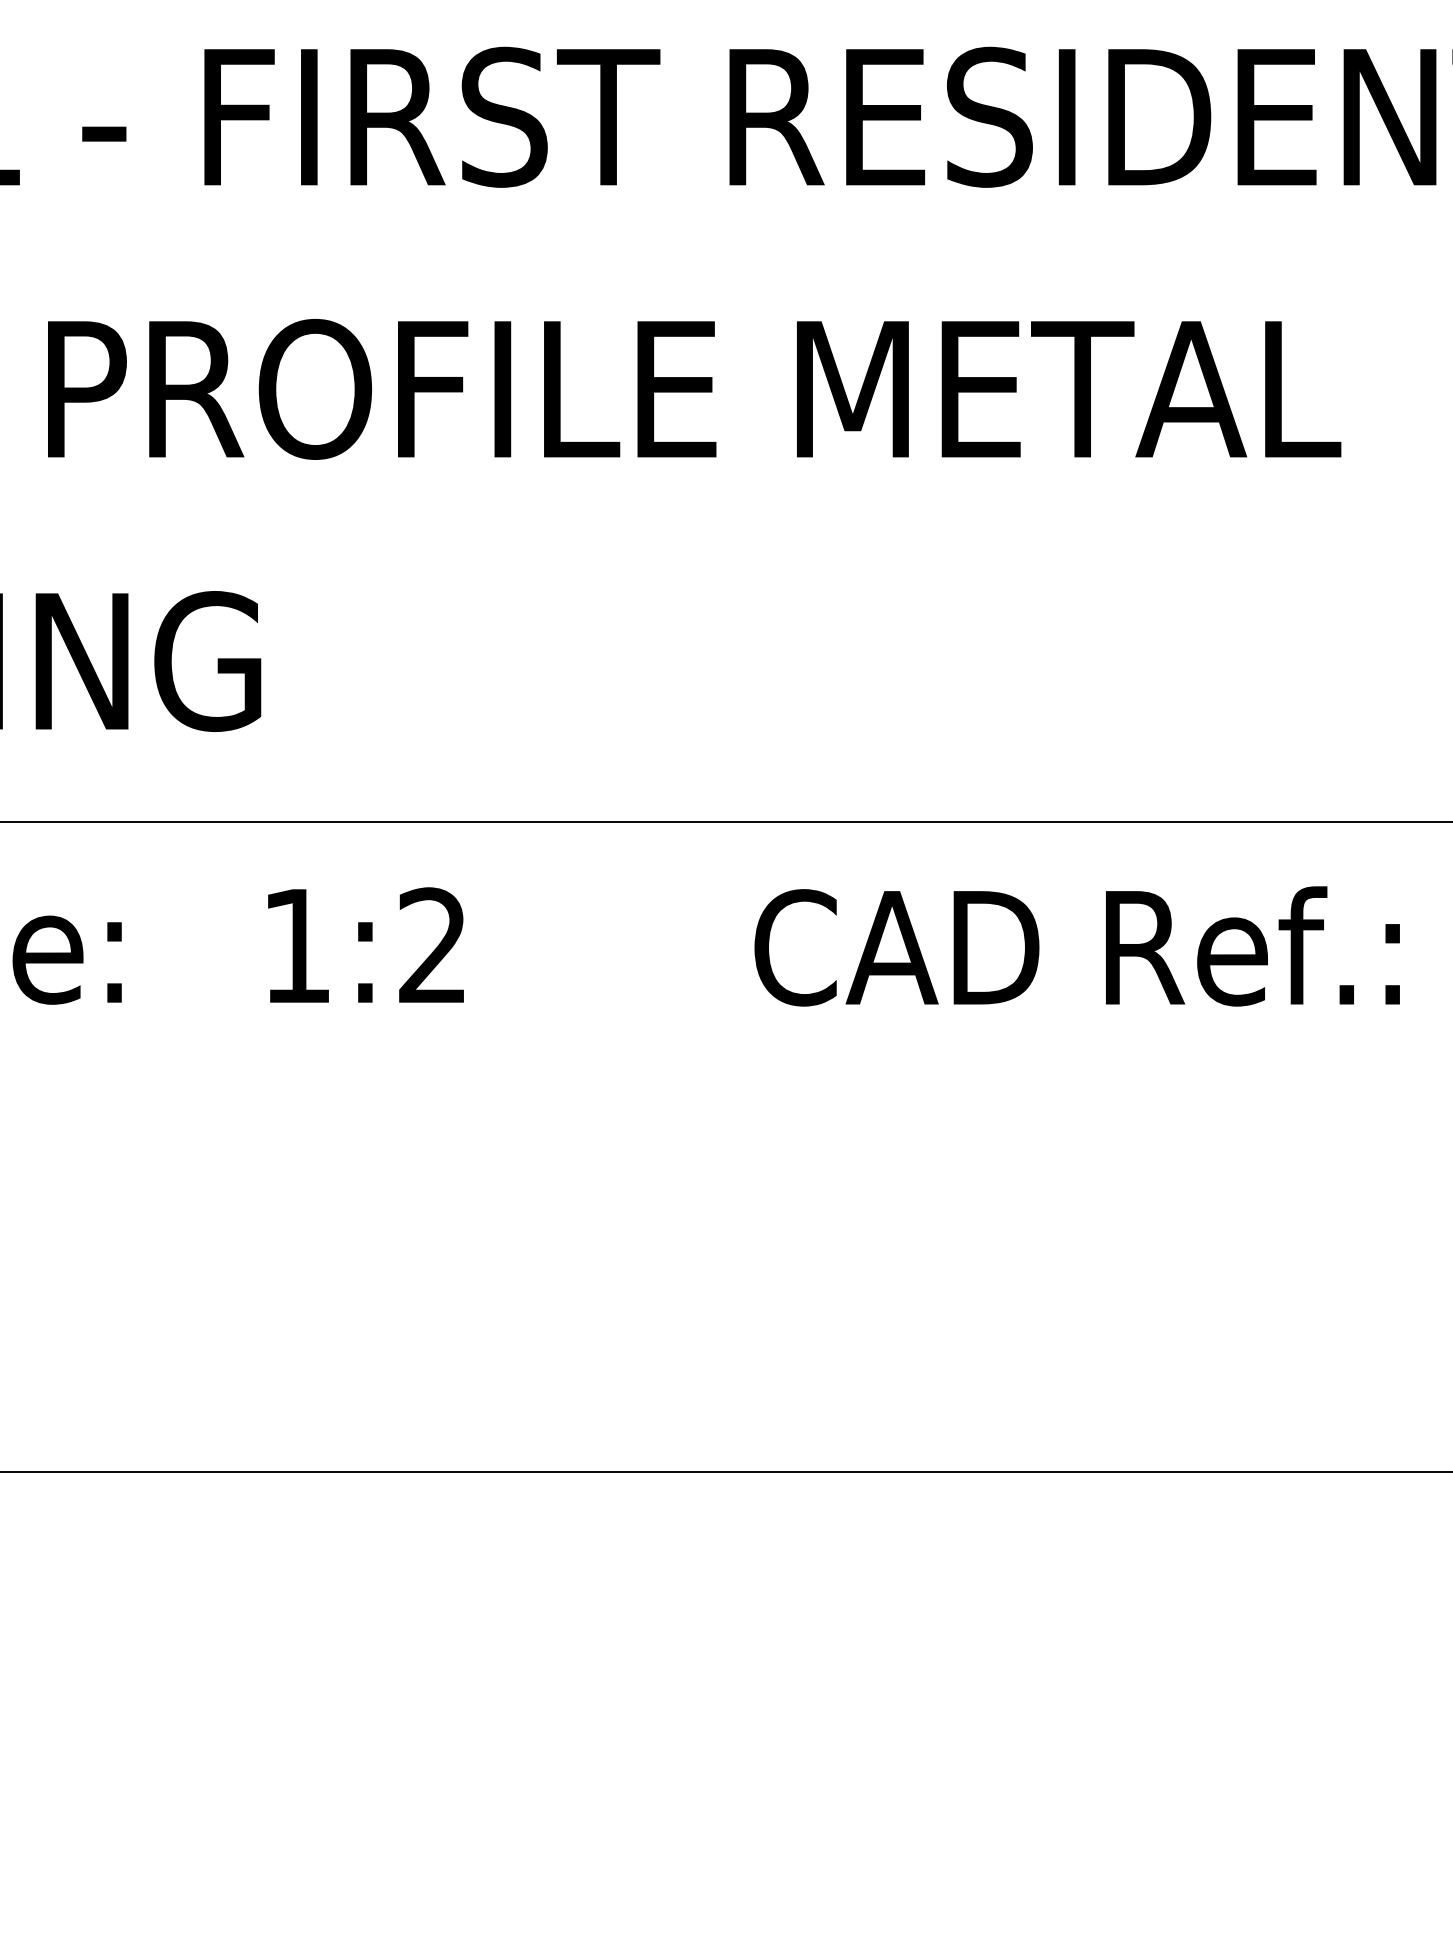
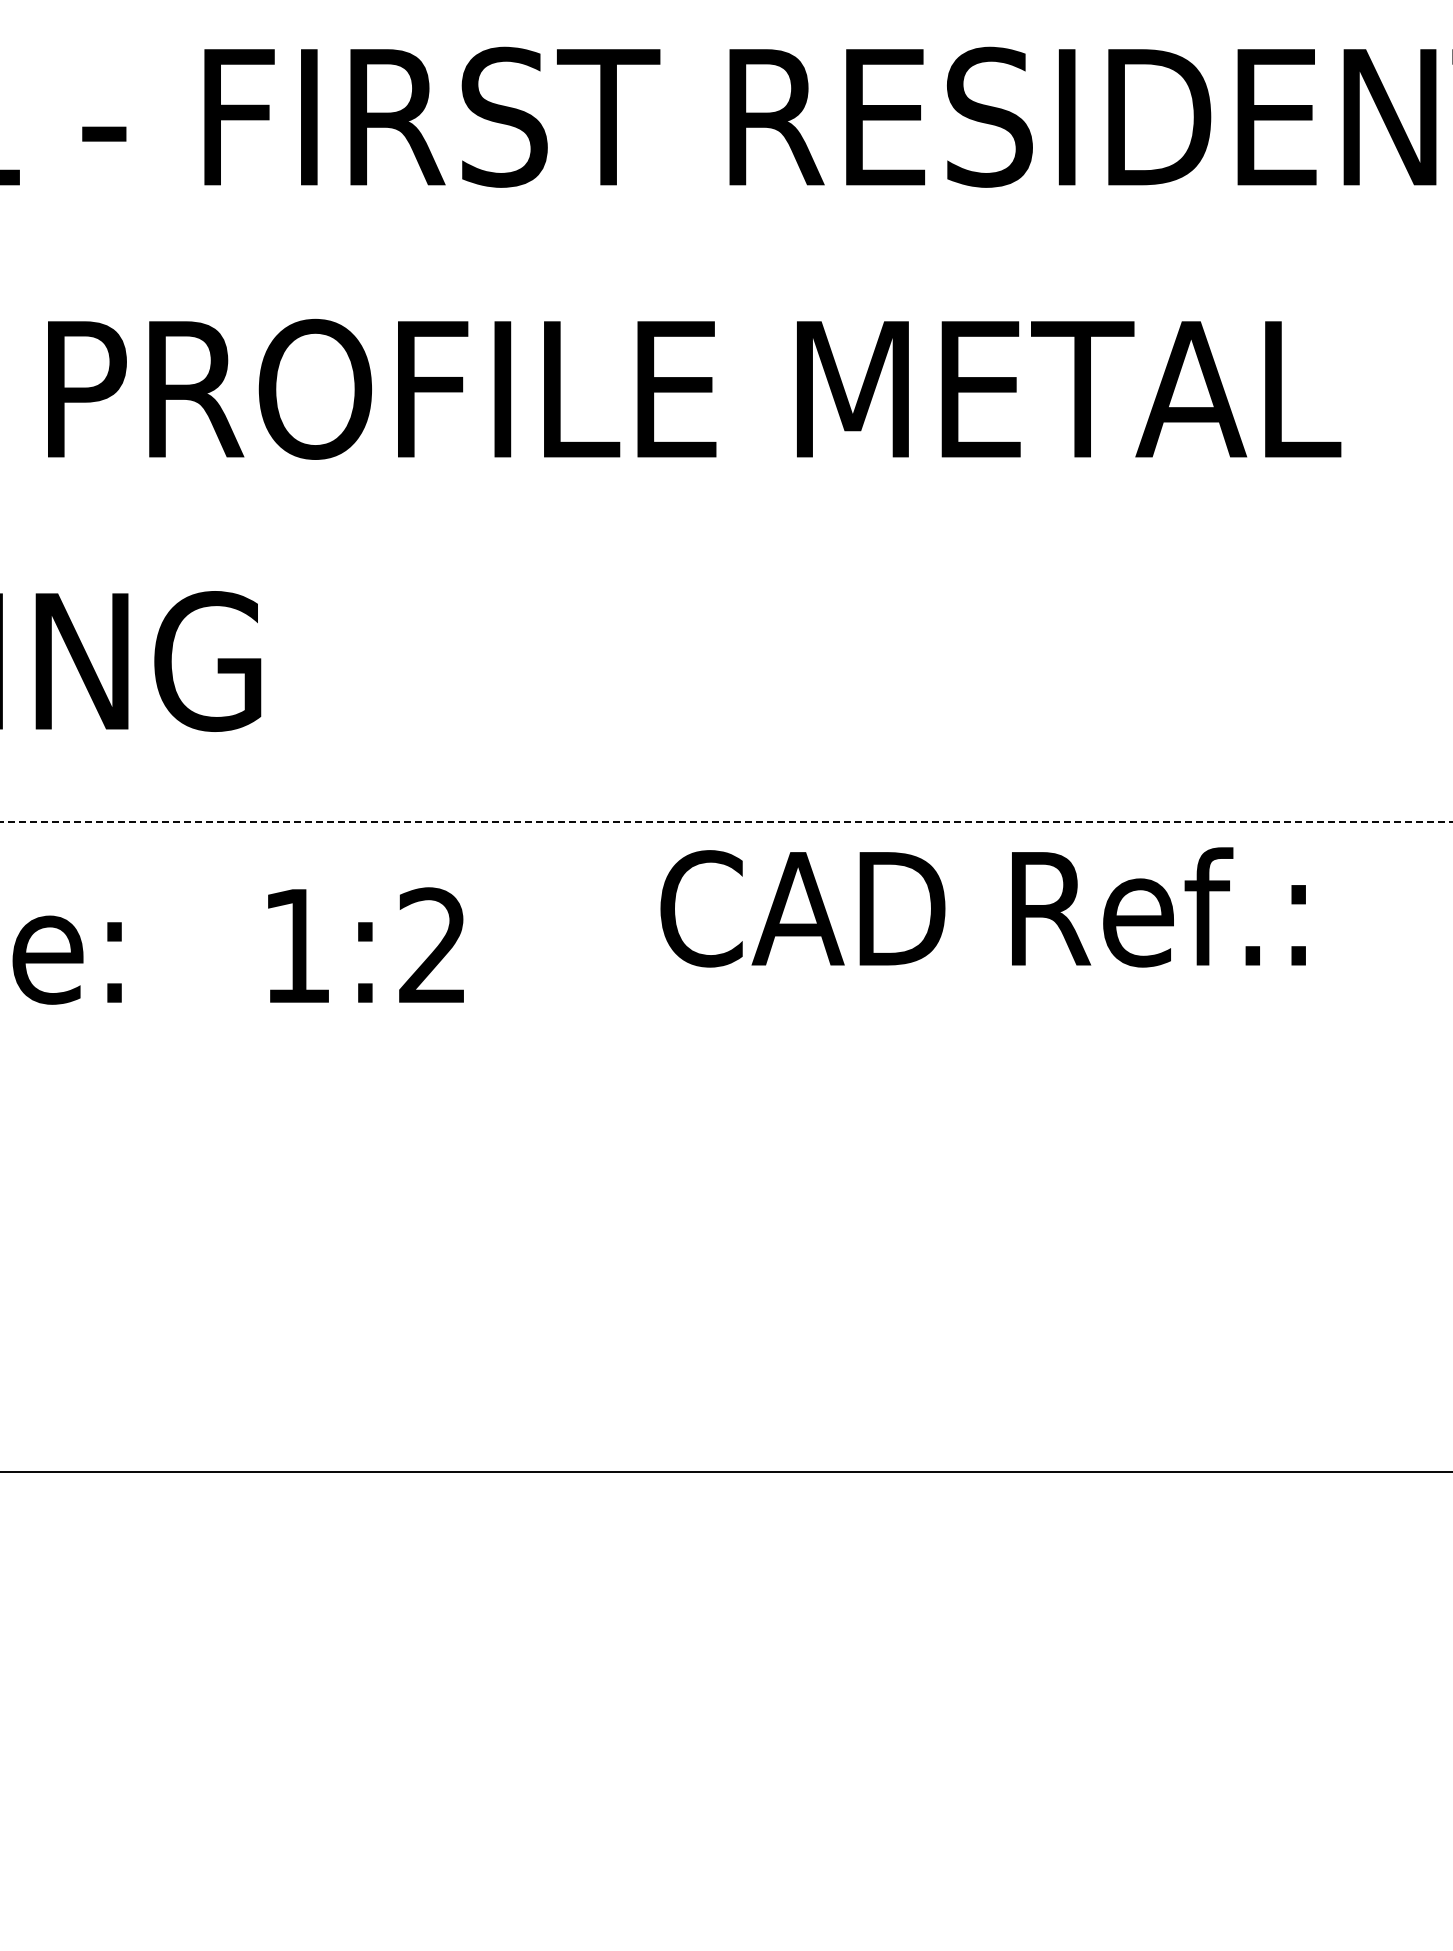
line at (726, 821): solid -> dashed
text at (1076, 946) position: (1076, 946) -> (982, 907)
